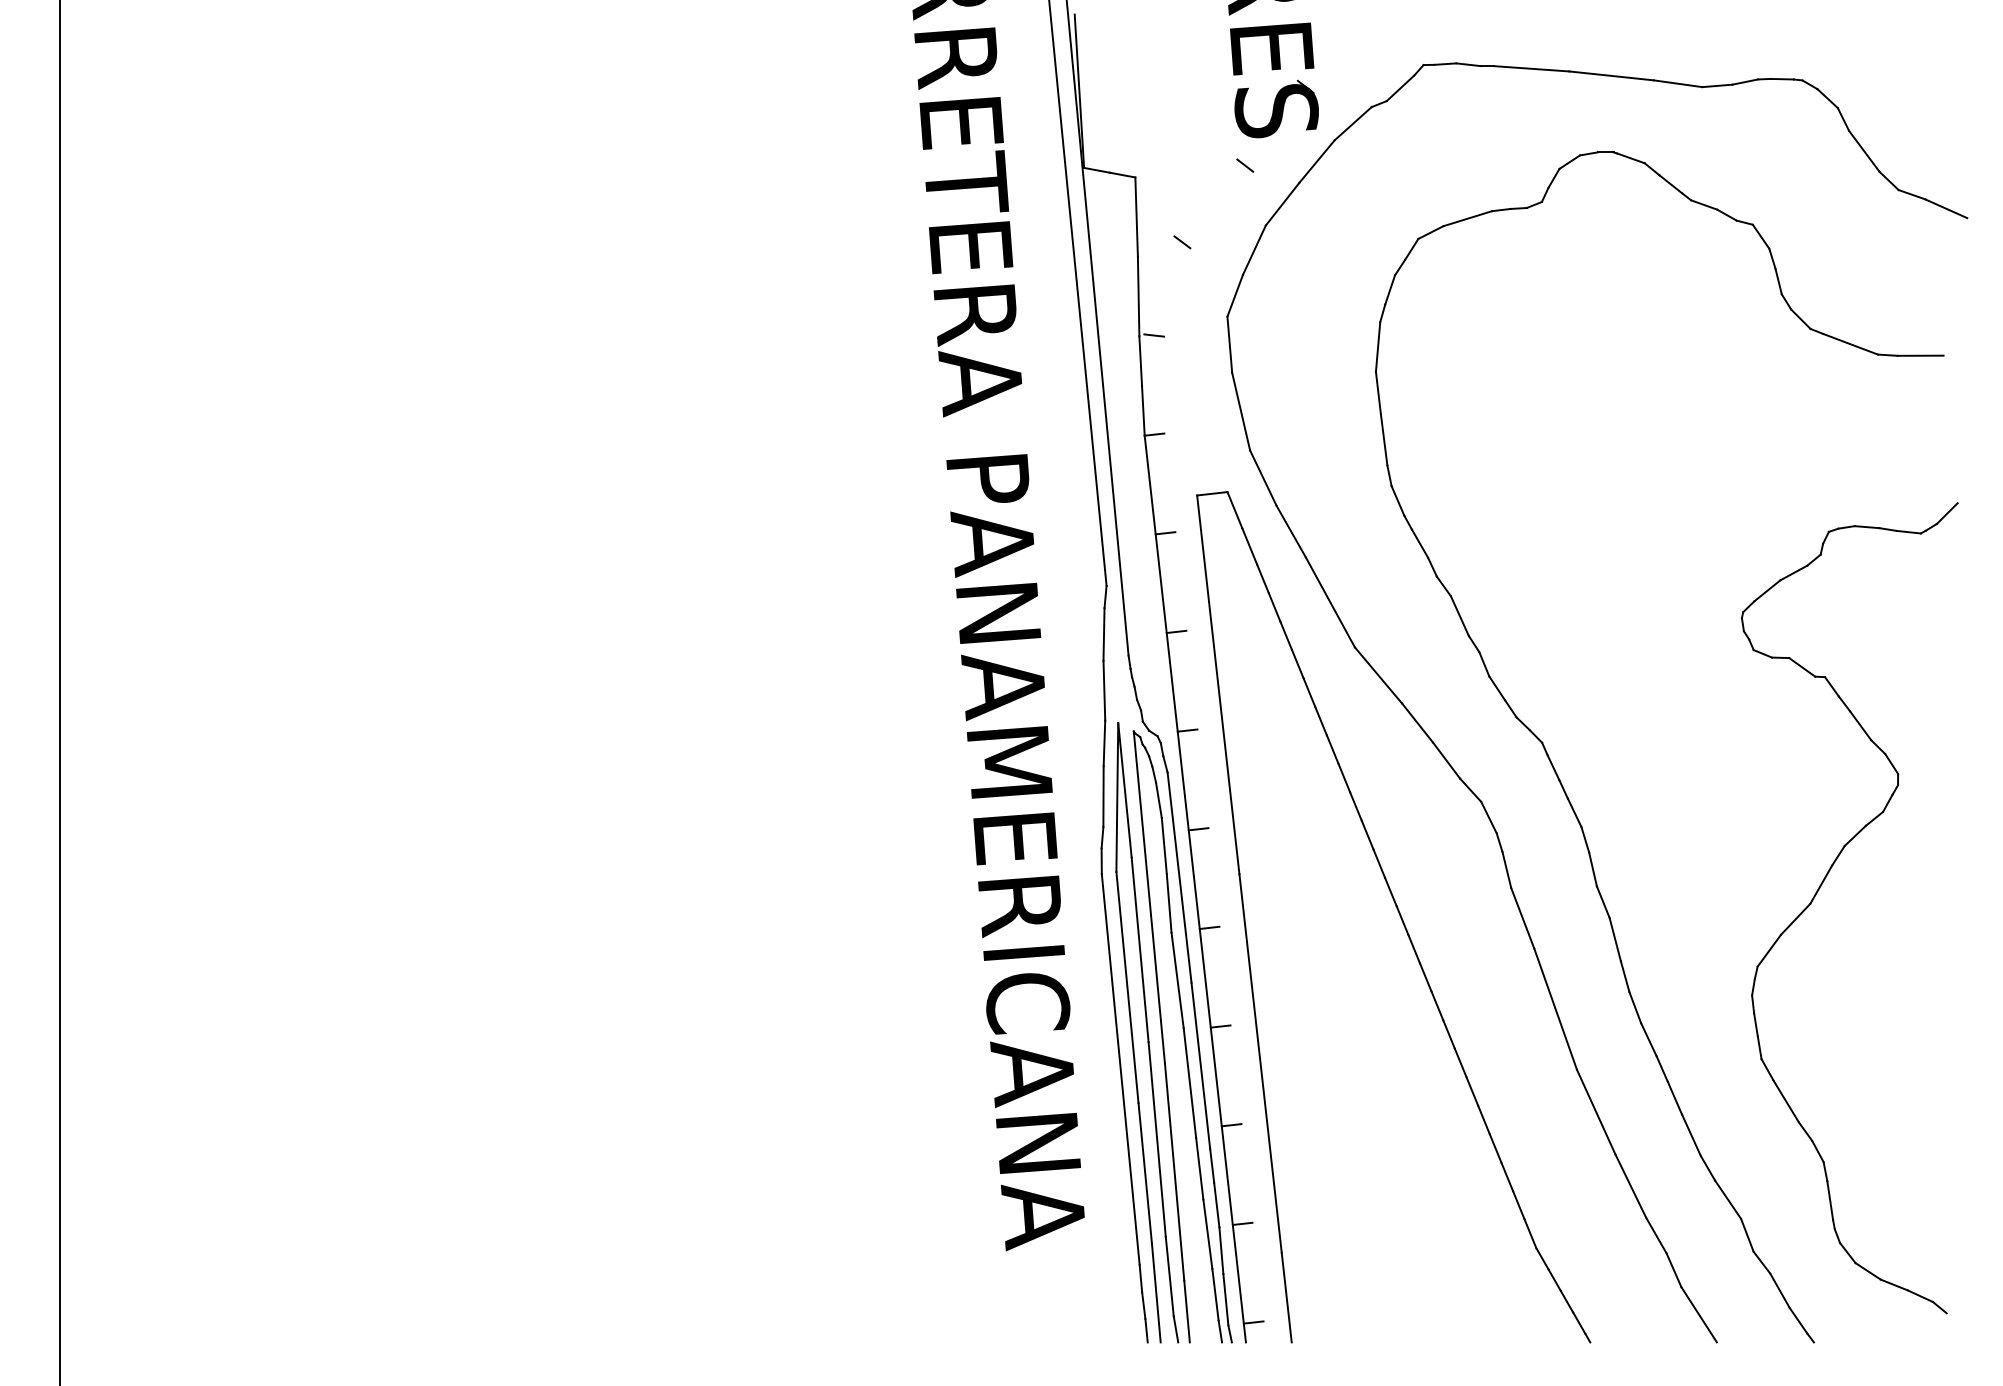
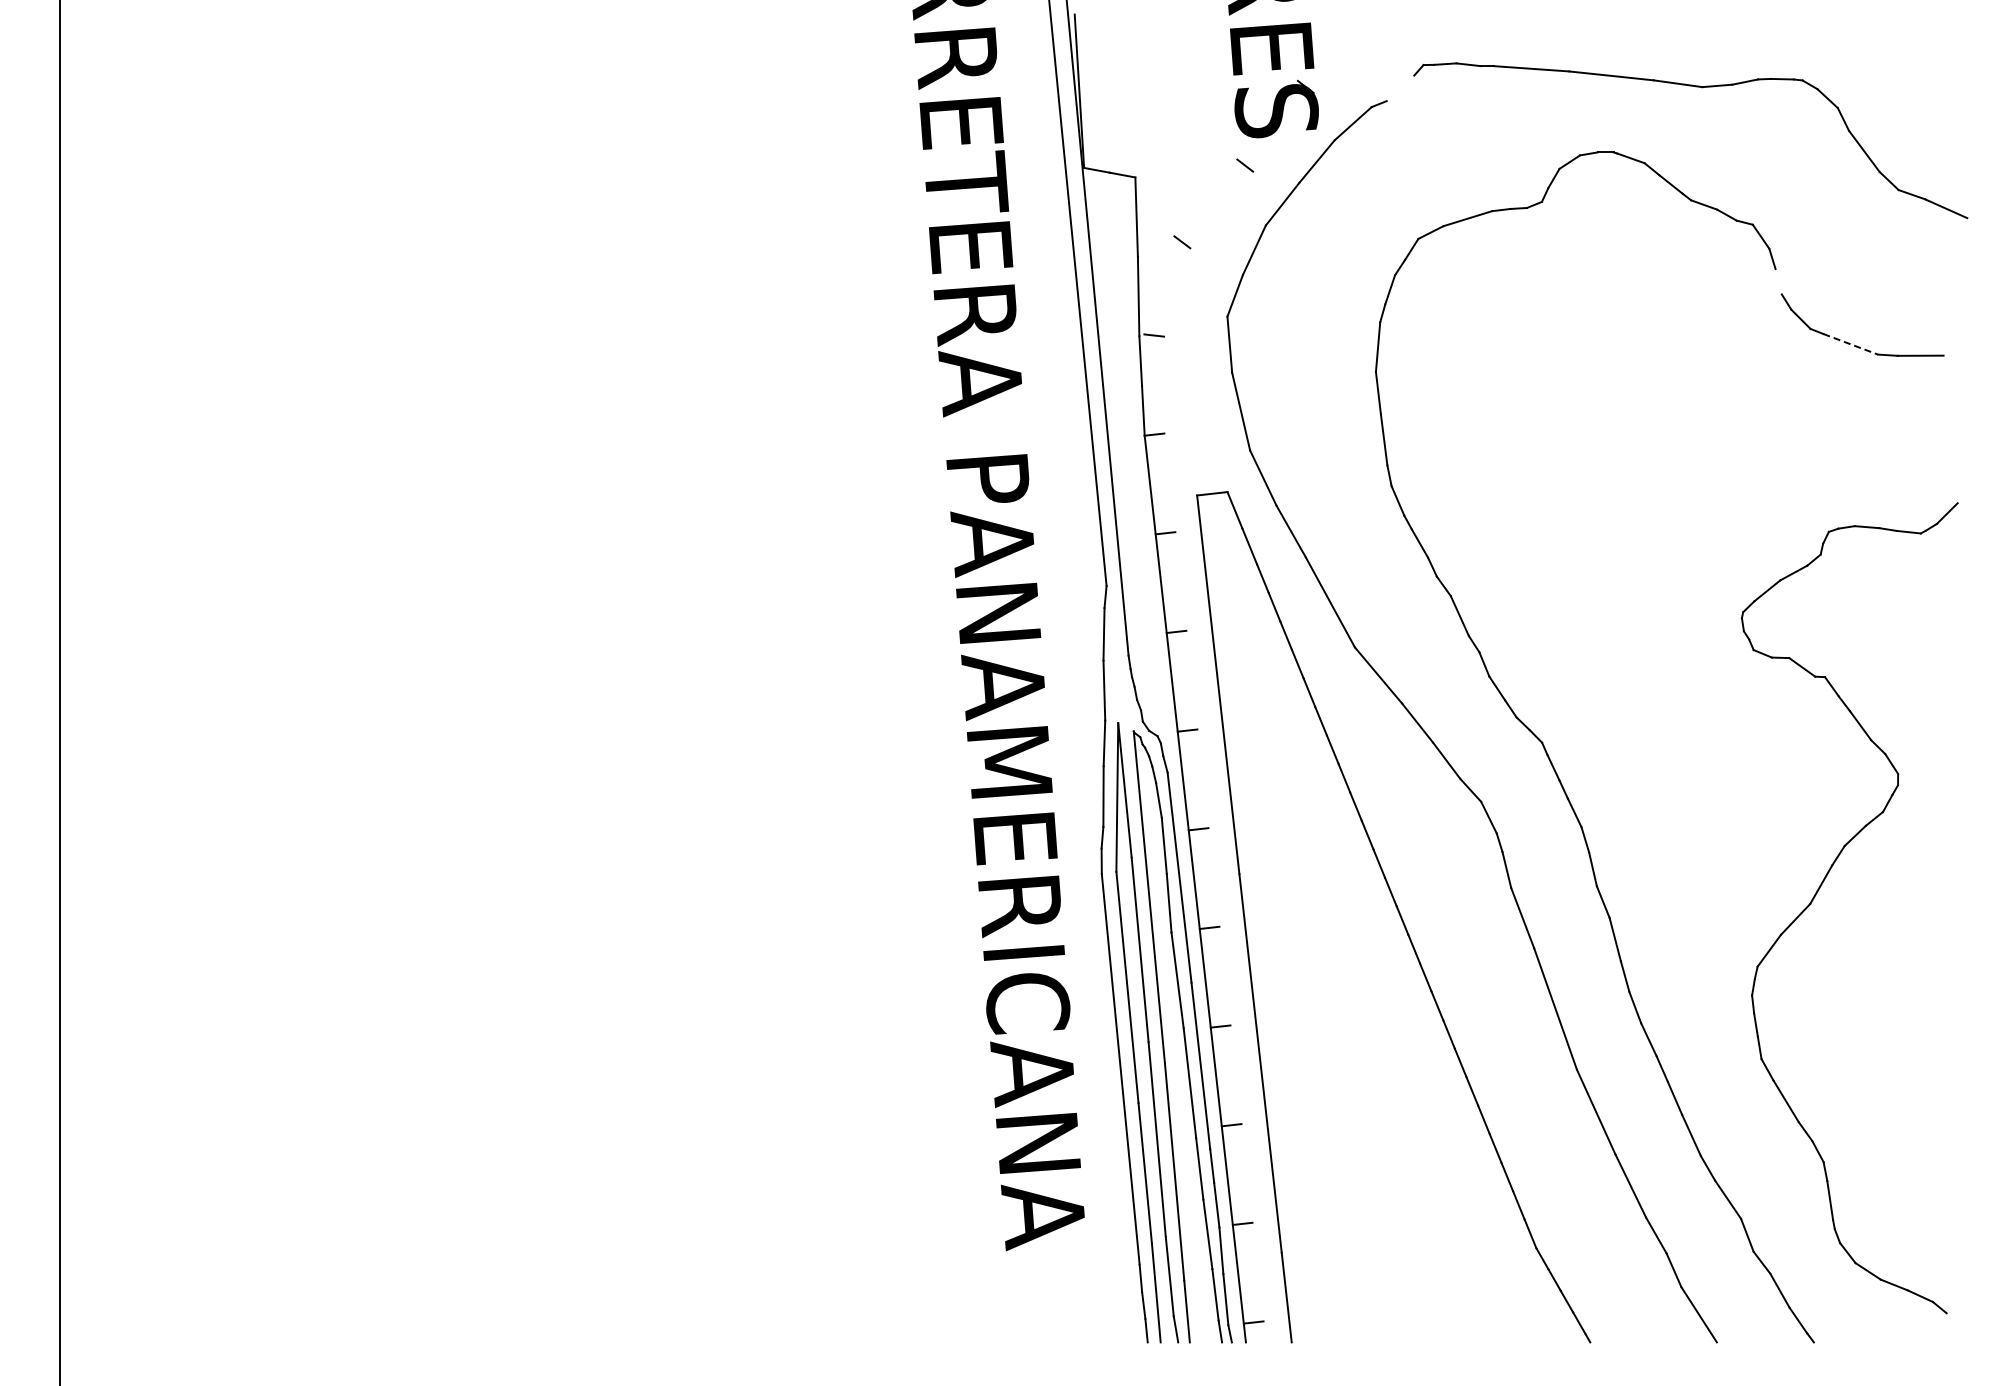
line at (1400, 88): present -> none
line at (1778, 281): present -> none
line at (1851, 344): solid -> dashed
